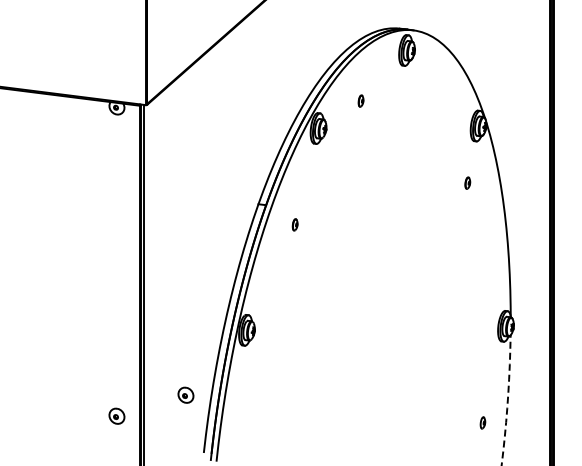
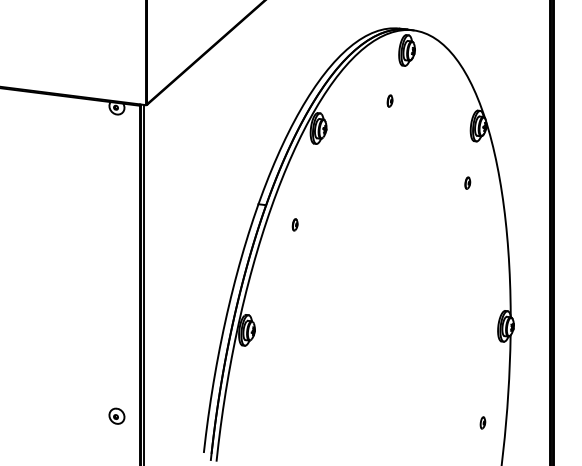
part at (360, 100) position: (360, 100) -> (389, 100)
part at (185, 394): present -> none
arc at (507, 400): dashed -> solid
